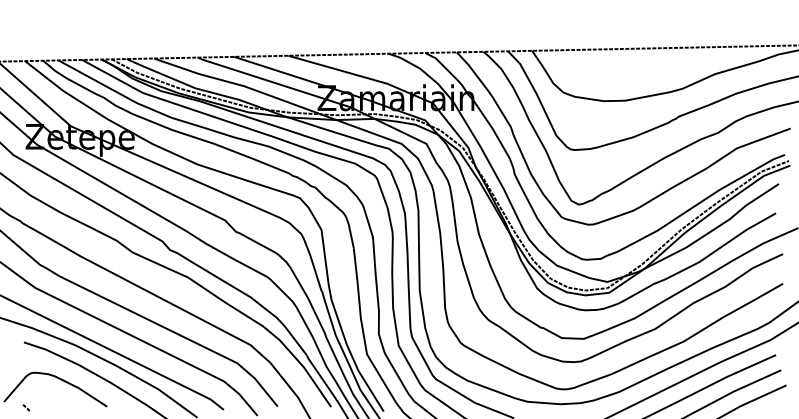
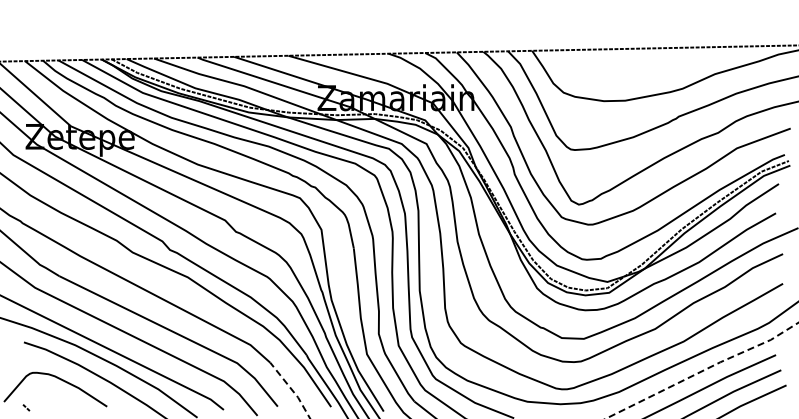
line at (703, 370): solid -> dashed
line at (291, 389): solid -> dashed
